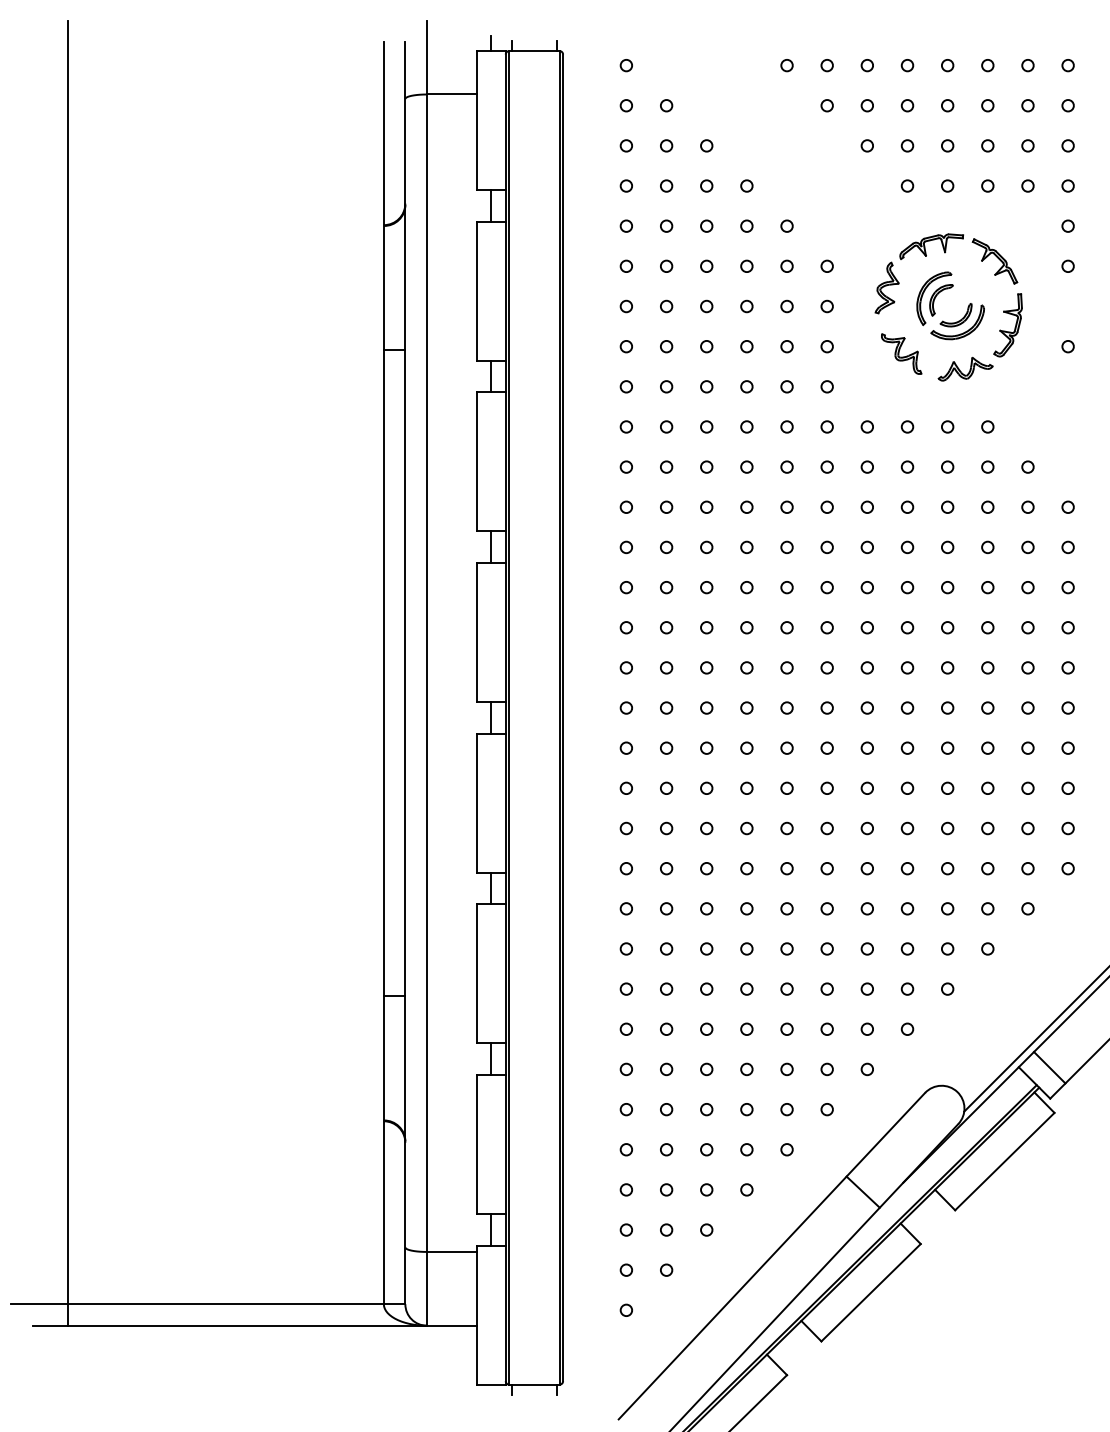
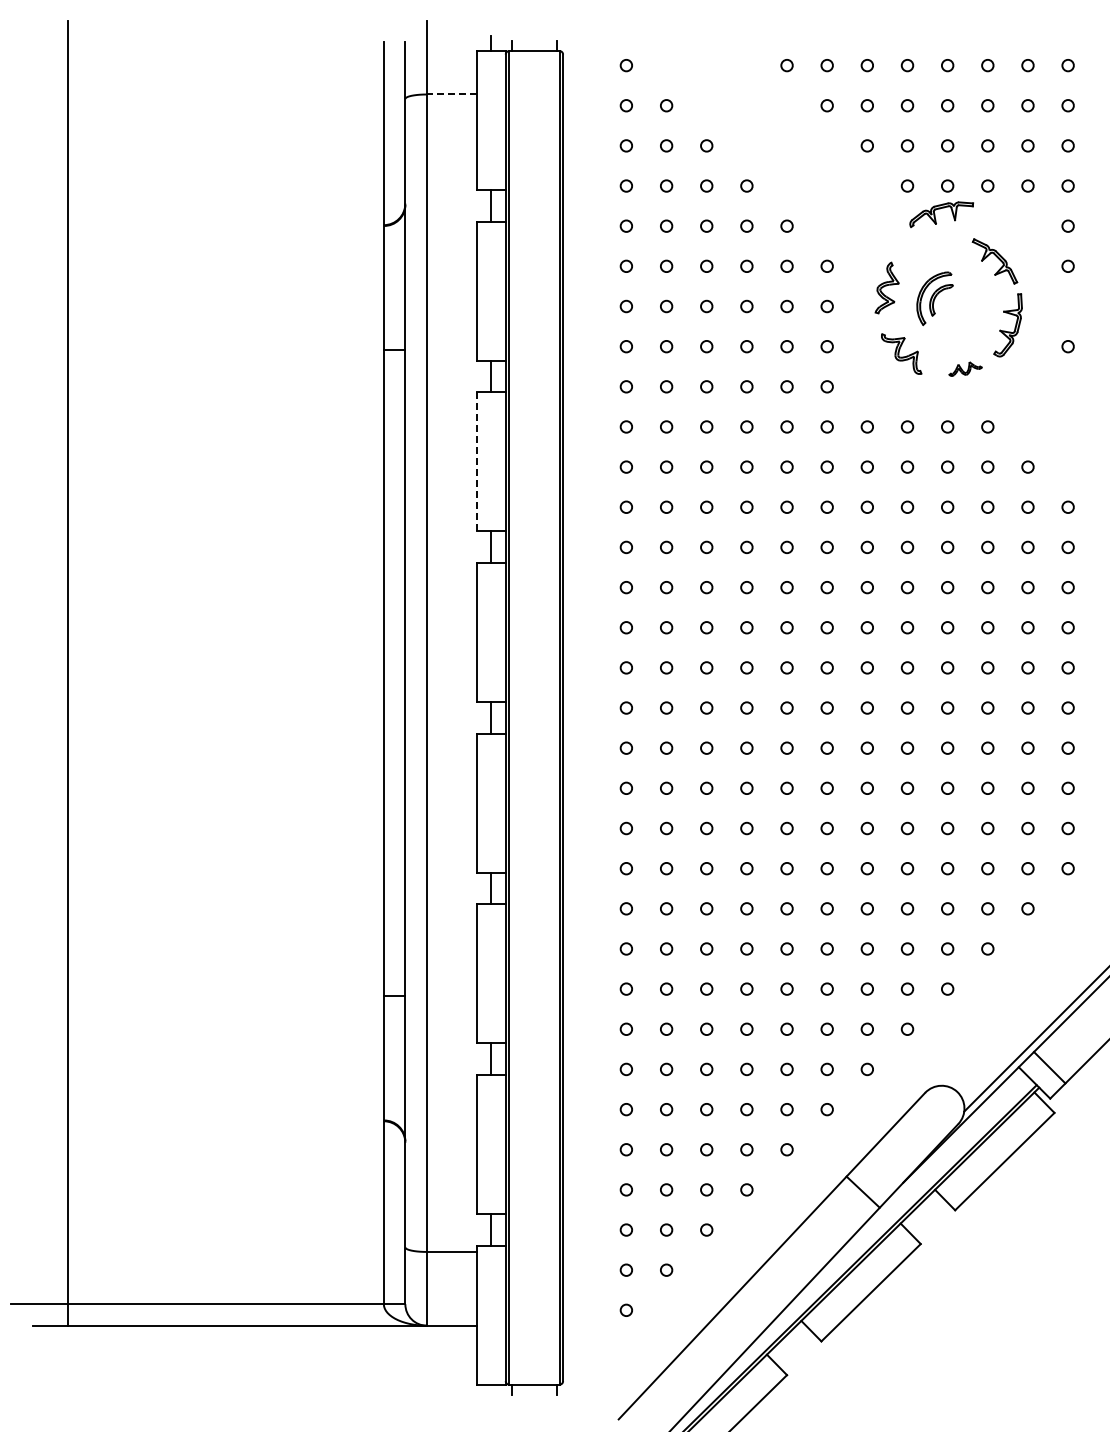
line at (451, 94): solid -> dashed
part at (931, 246) position: (931, 246) -> (941, 214)
part at (957, 321): present -> none
part at (965, 368) size: 57x26 px -> 35x16 px
line at (477, 461): solid -> dashed
